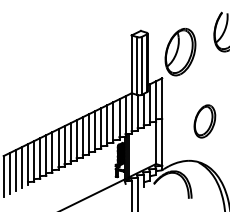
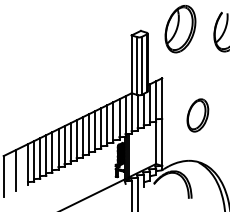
part at (180, 52) position: (180, 52) -> (180, 29)
part at (204, 121) position: (204, 121) -> (197, 115)
line at (21, 167): present -> none
line at (9, 173): present -> none
